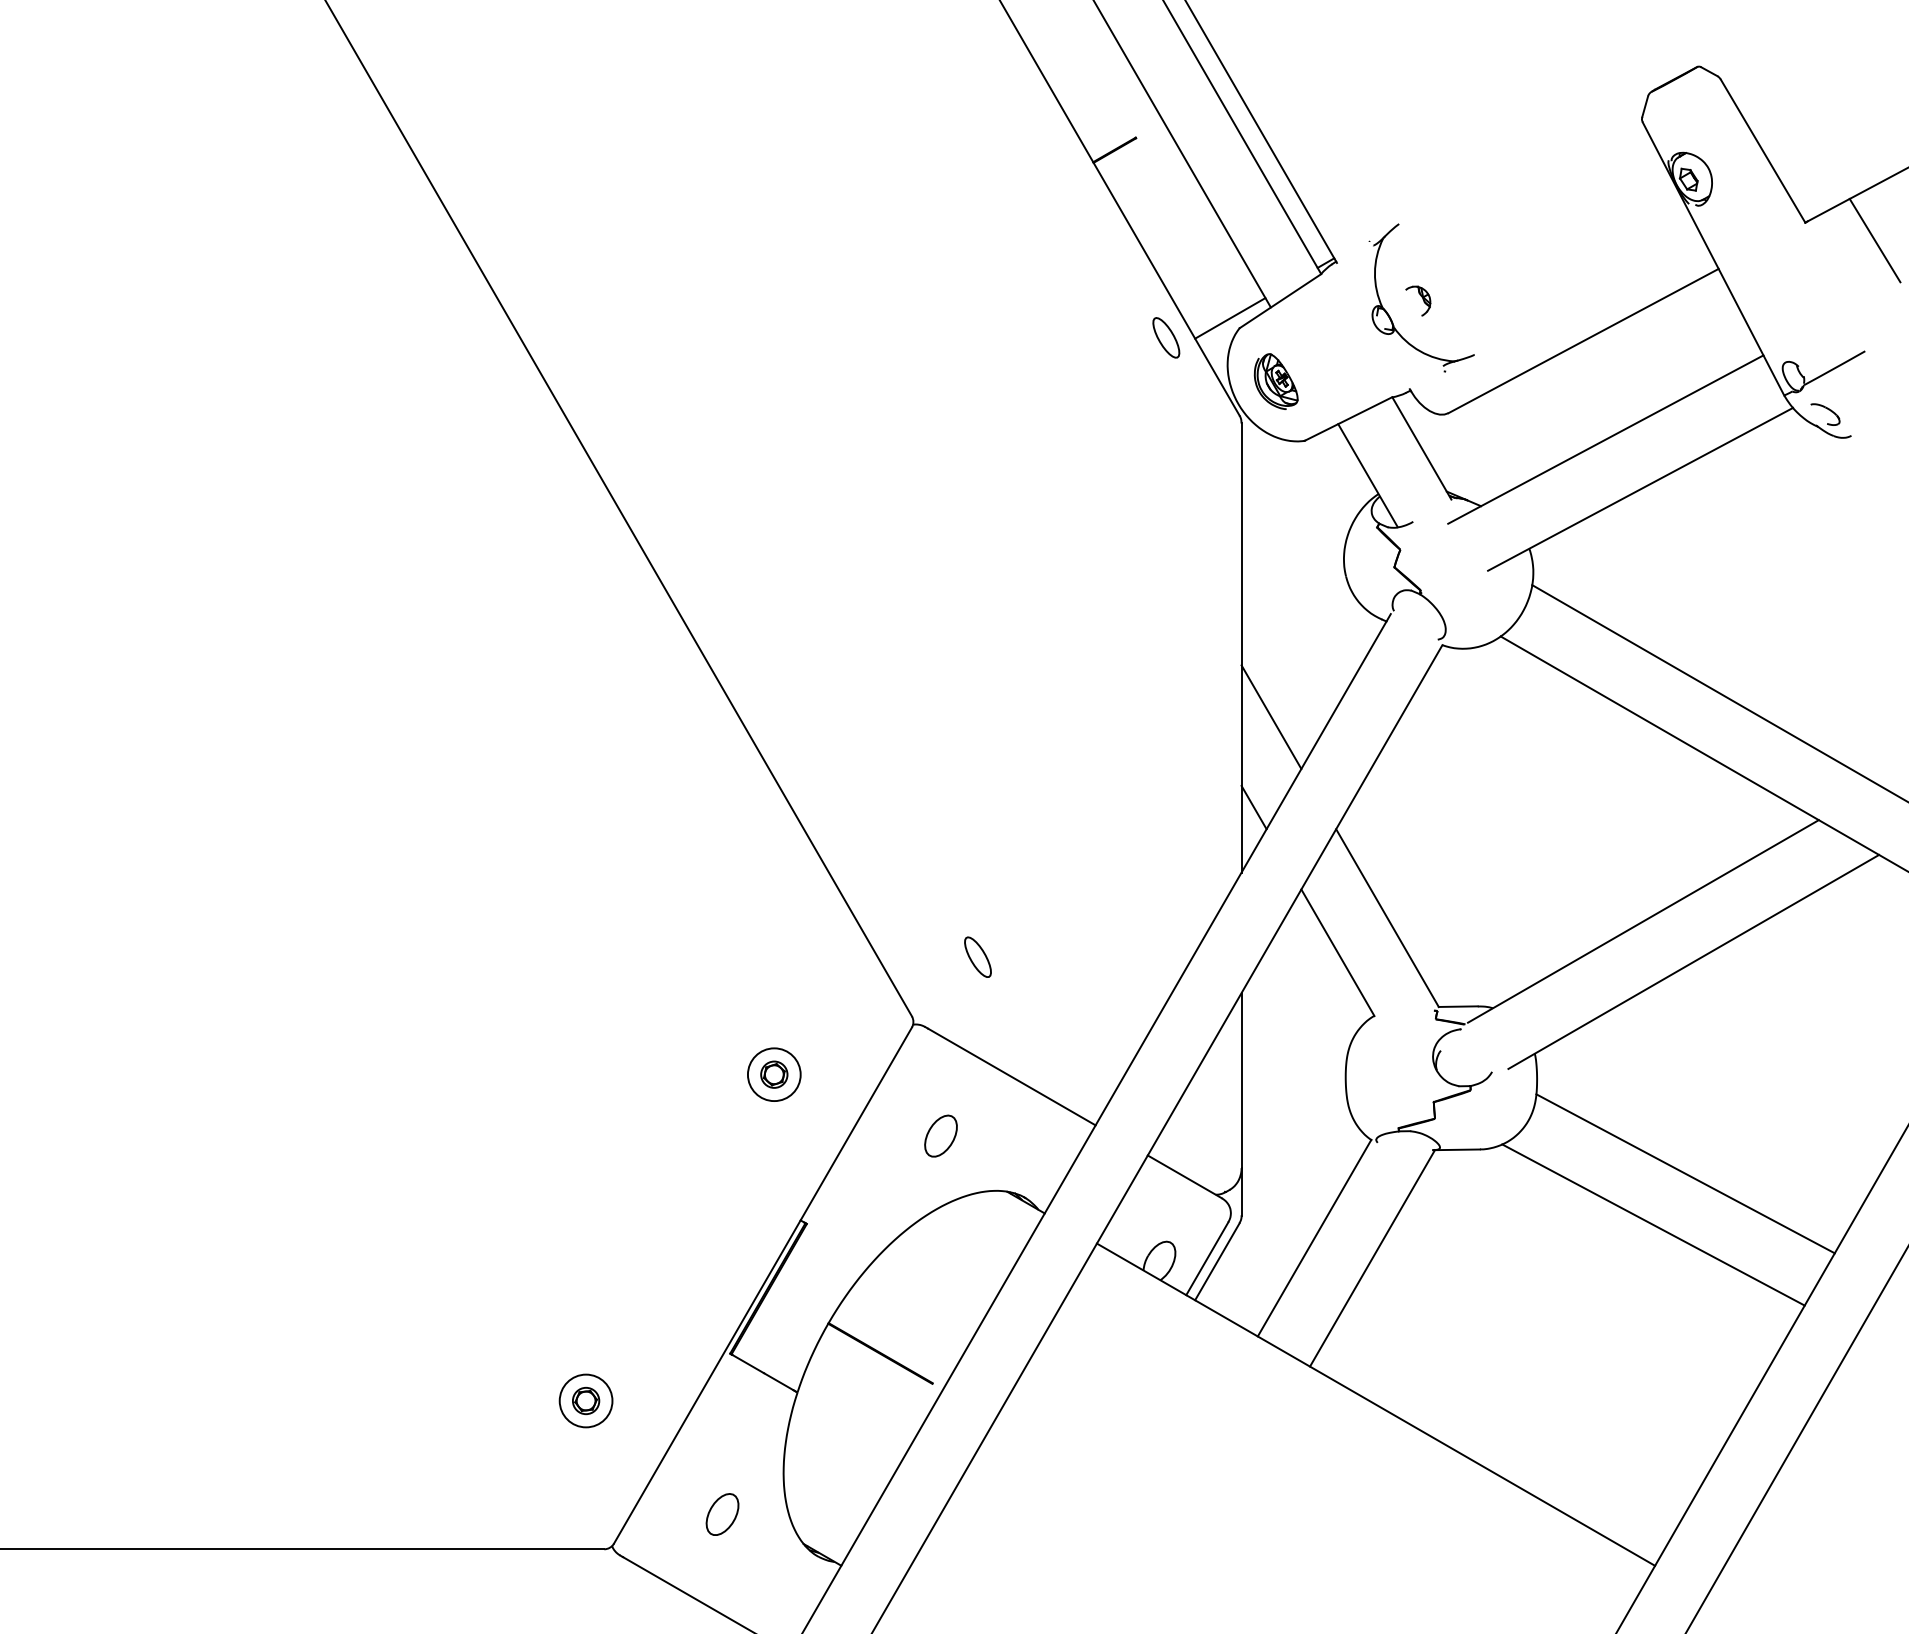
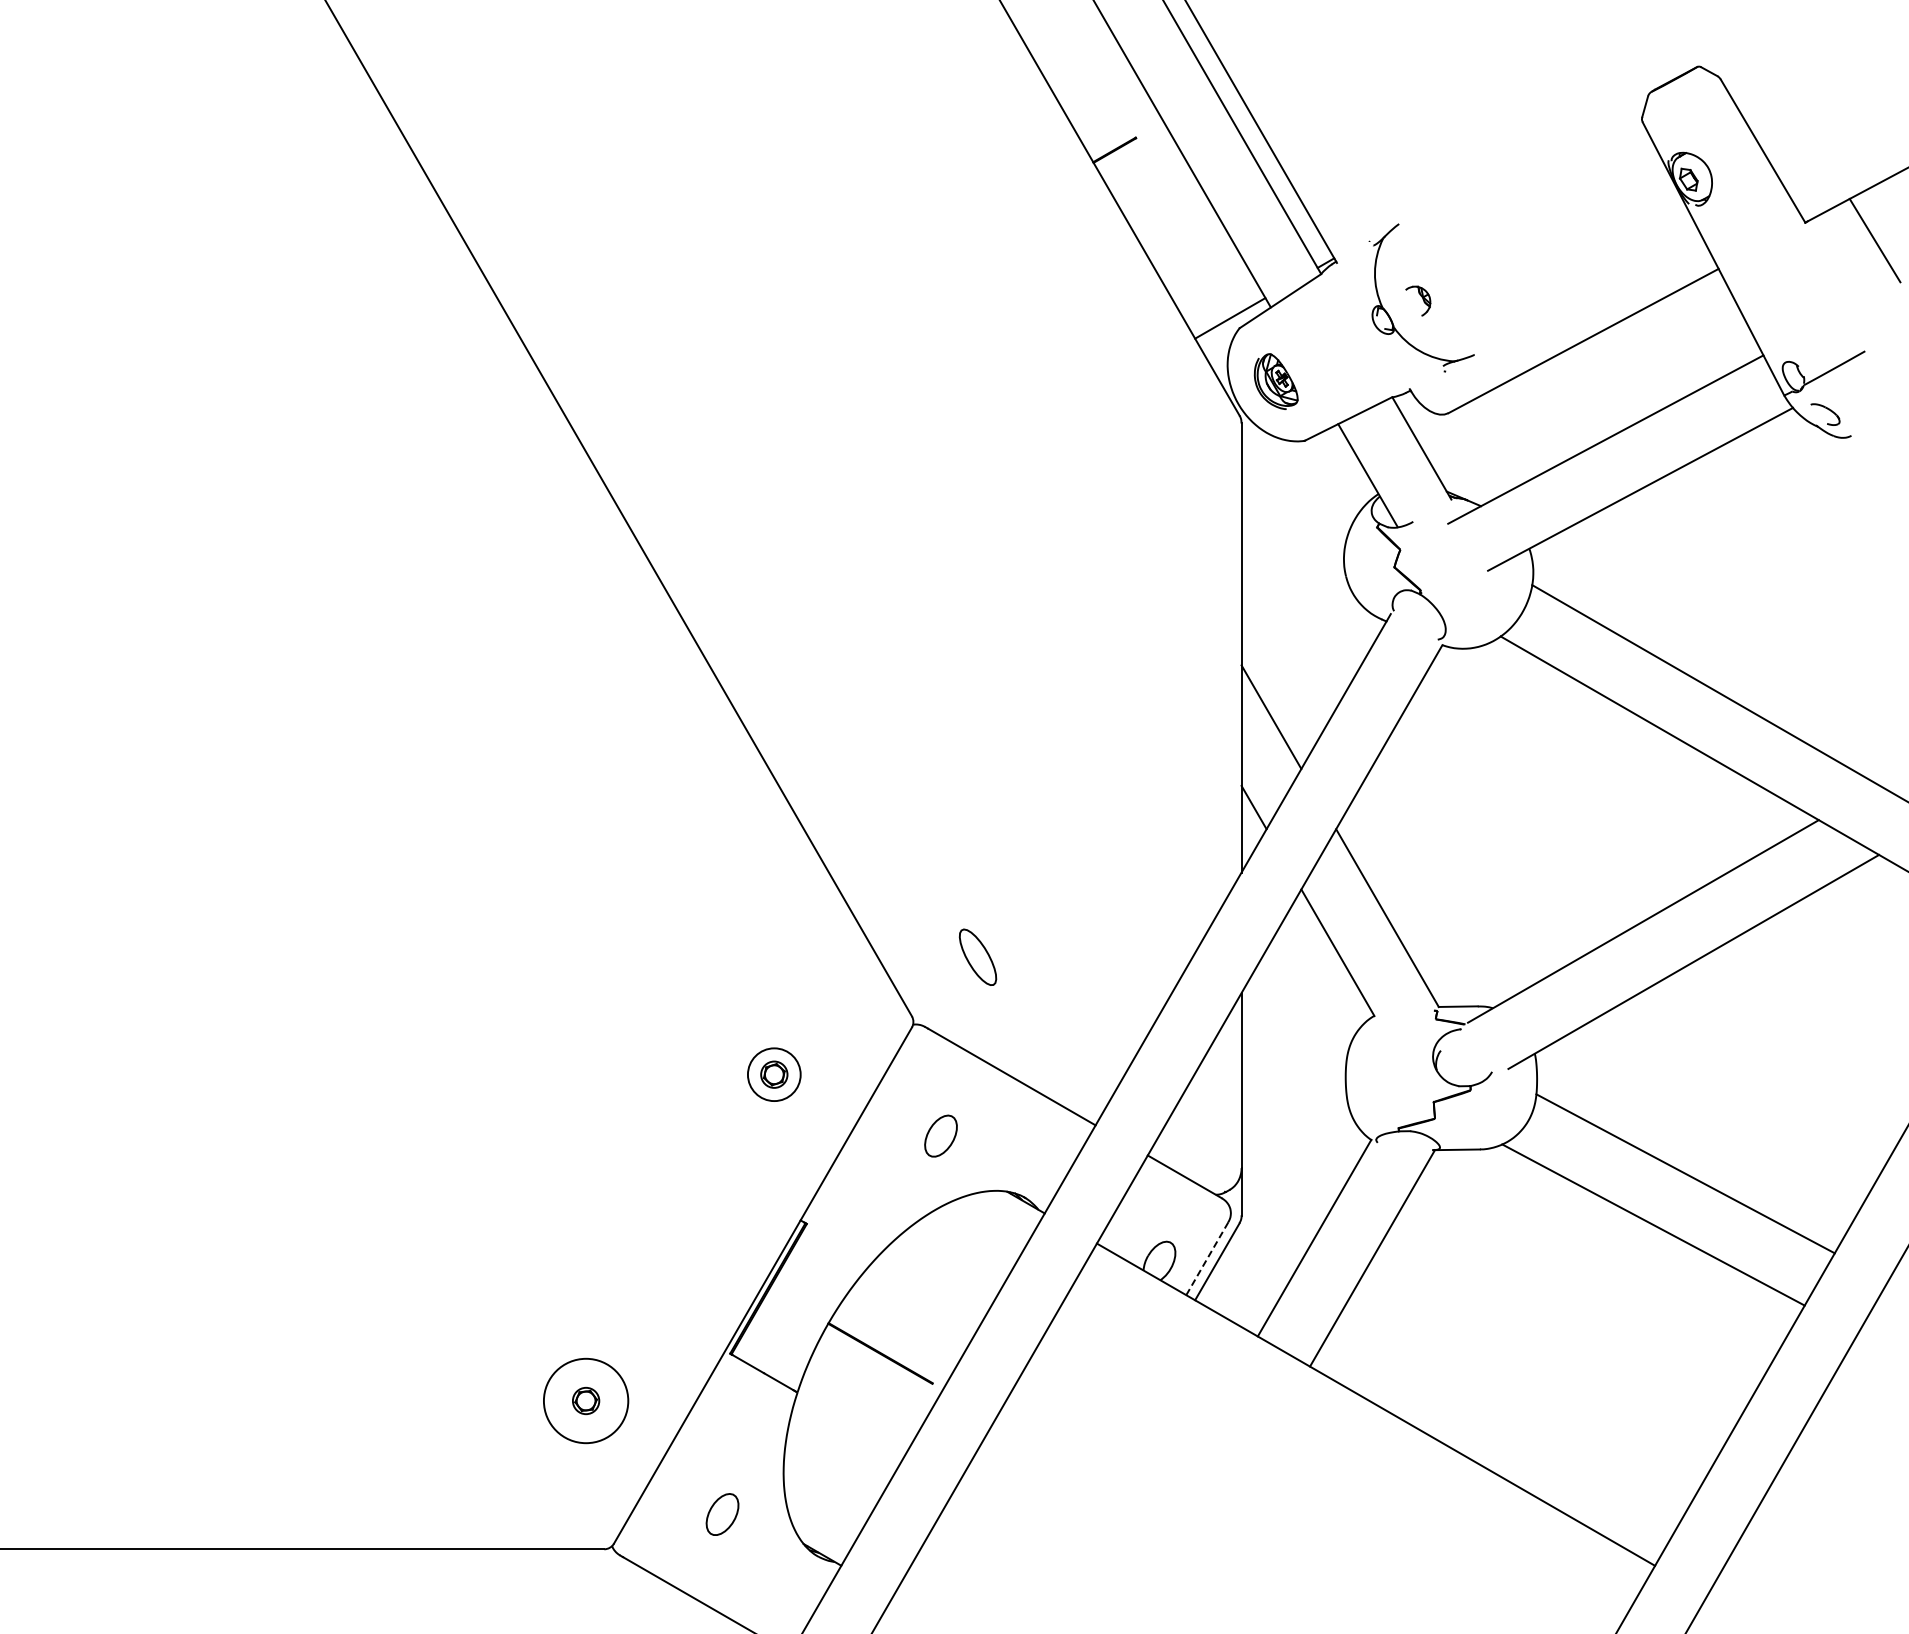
part at (1166, 337): present -> none
part at (977, 956) size: 28x42 px -> 40x58 px
line at (1207, 1258): solid -> dashed
circle at (585, 1400) diameter: 53 px -> 84 px
